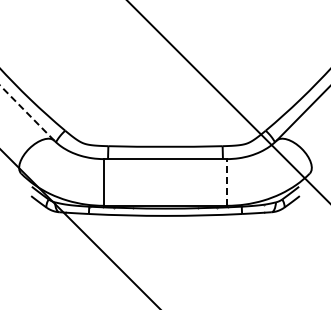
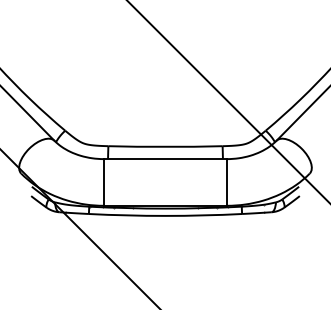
line at (27, 113): dashed -> solid
line at (226, 181): dashed -> solid
